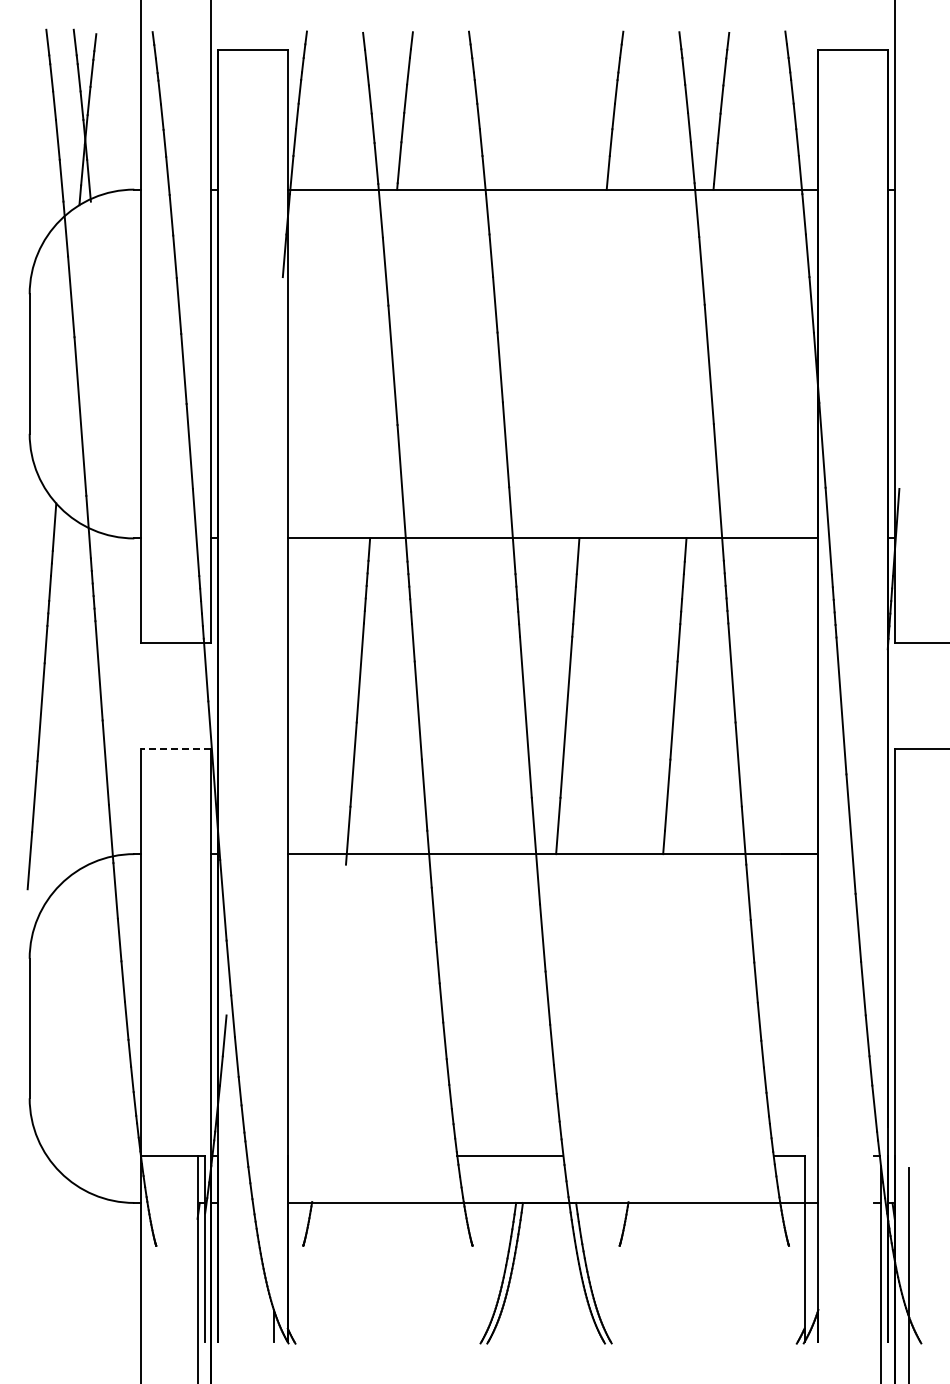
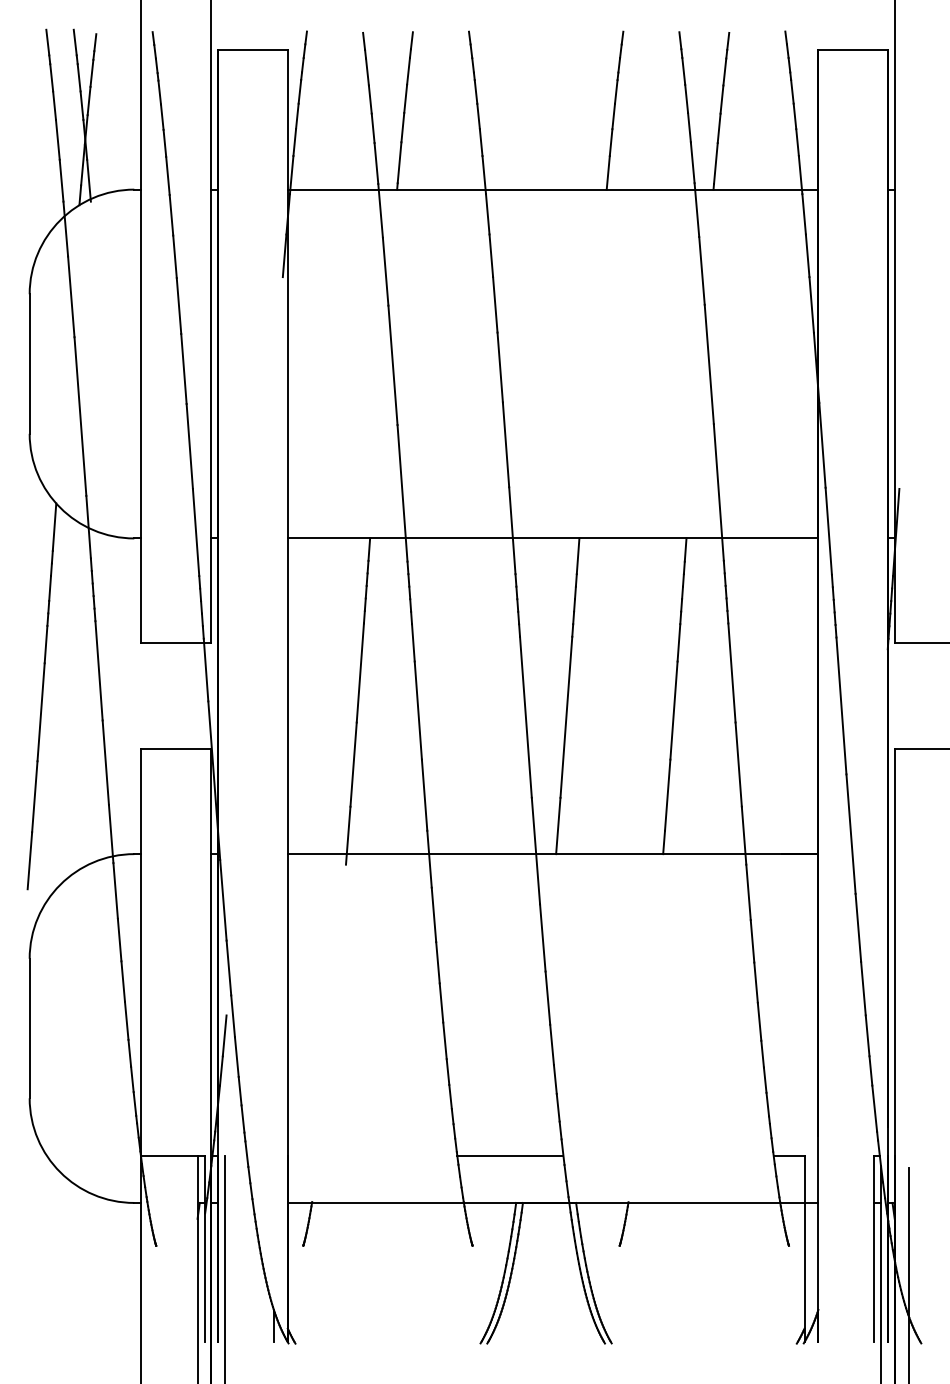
line at (176, 749): dashed -> solid
line at (874, 1248): none -> present
line at (225, 1267): none -> present
